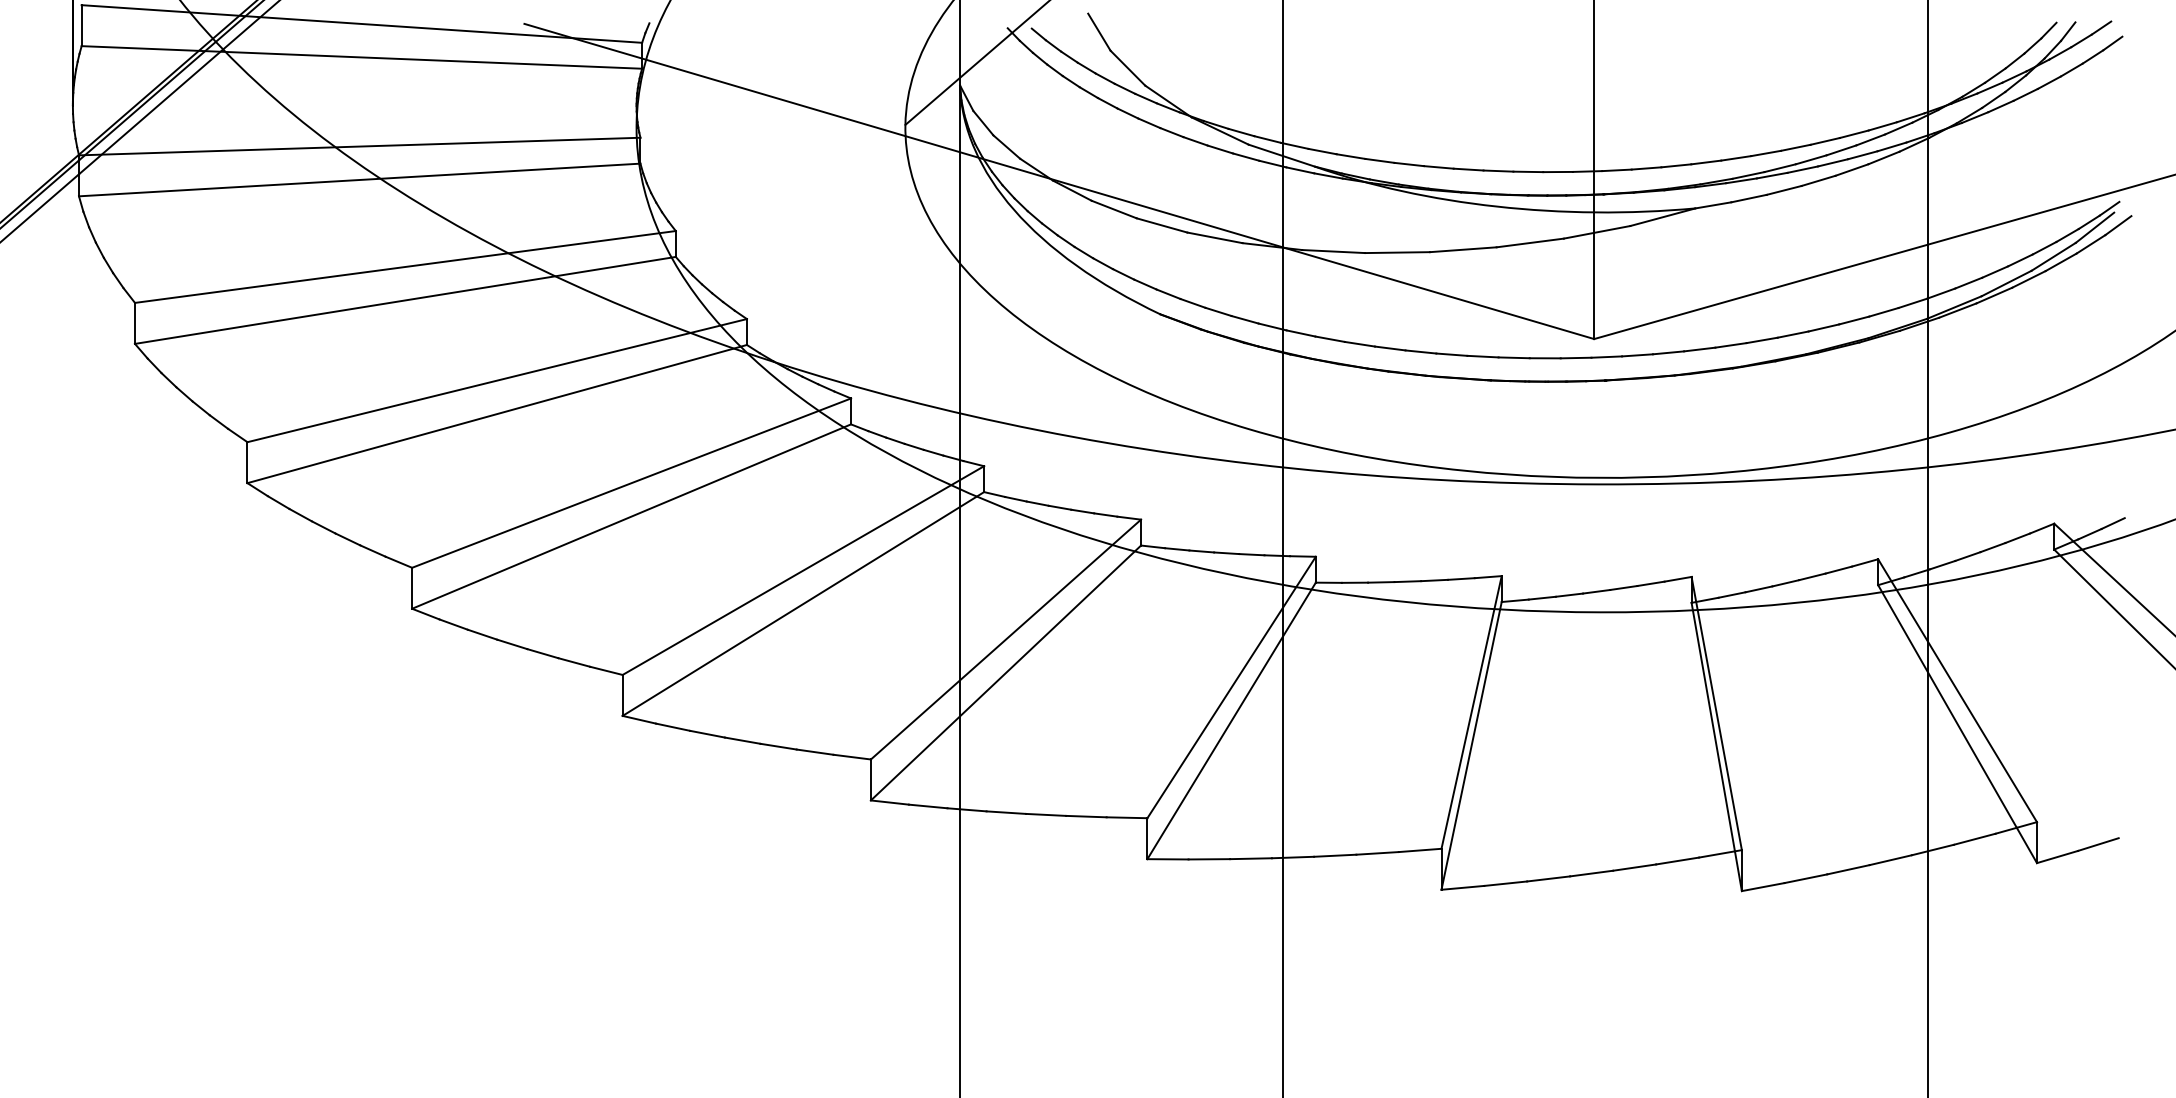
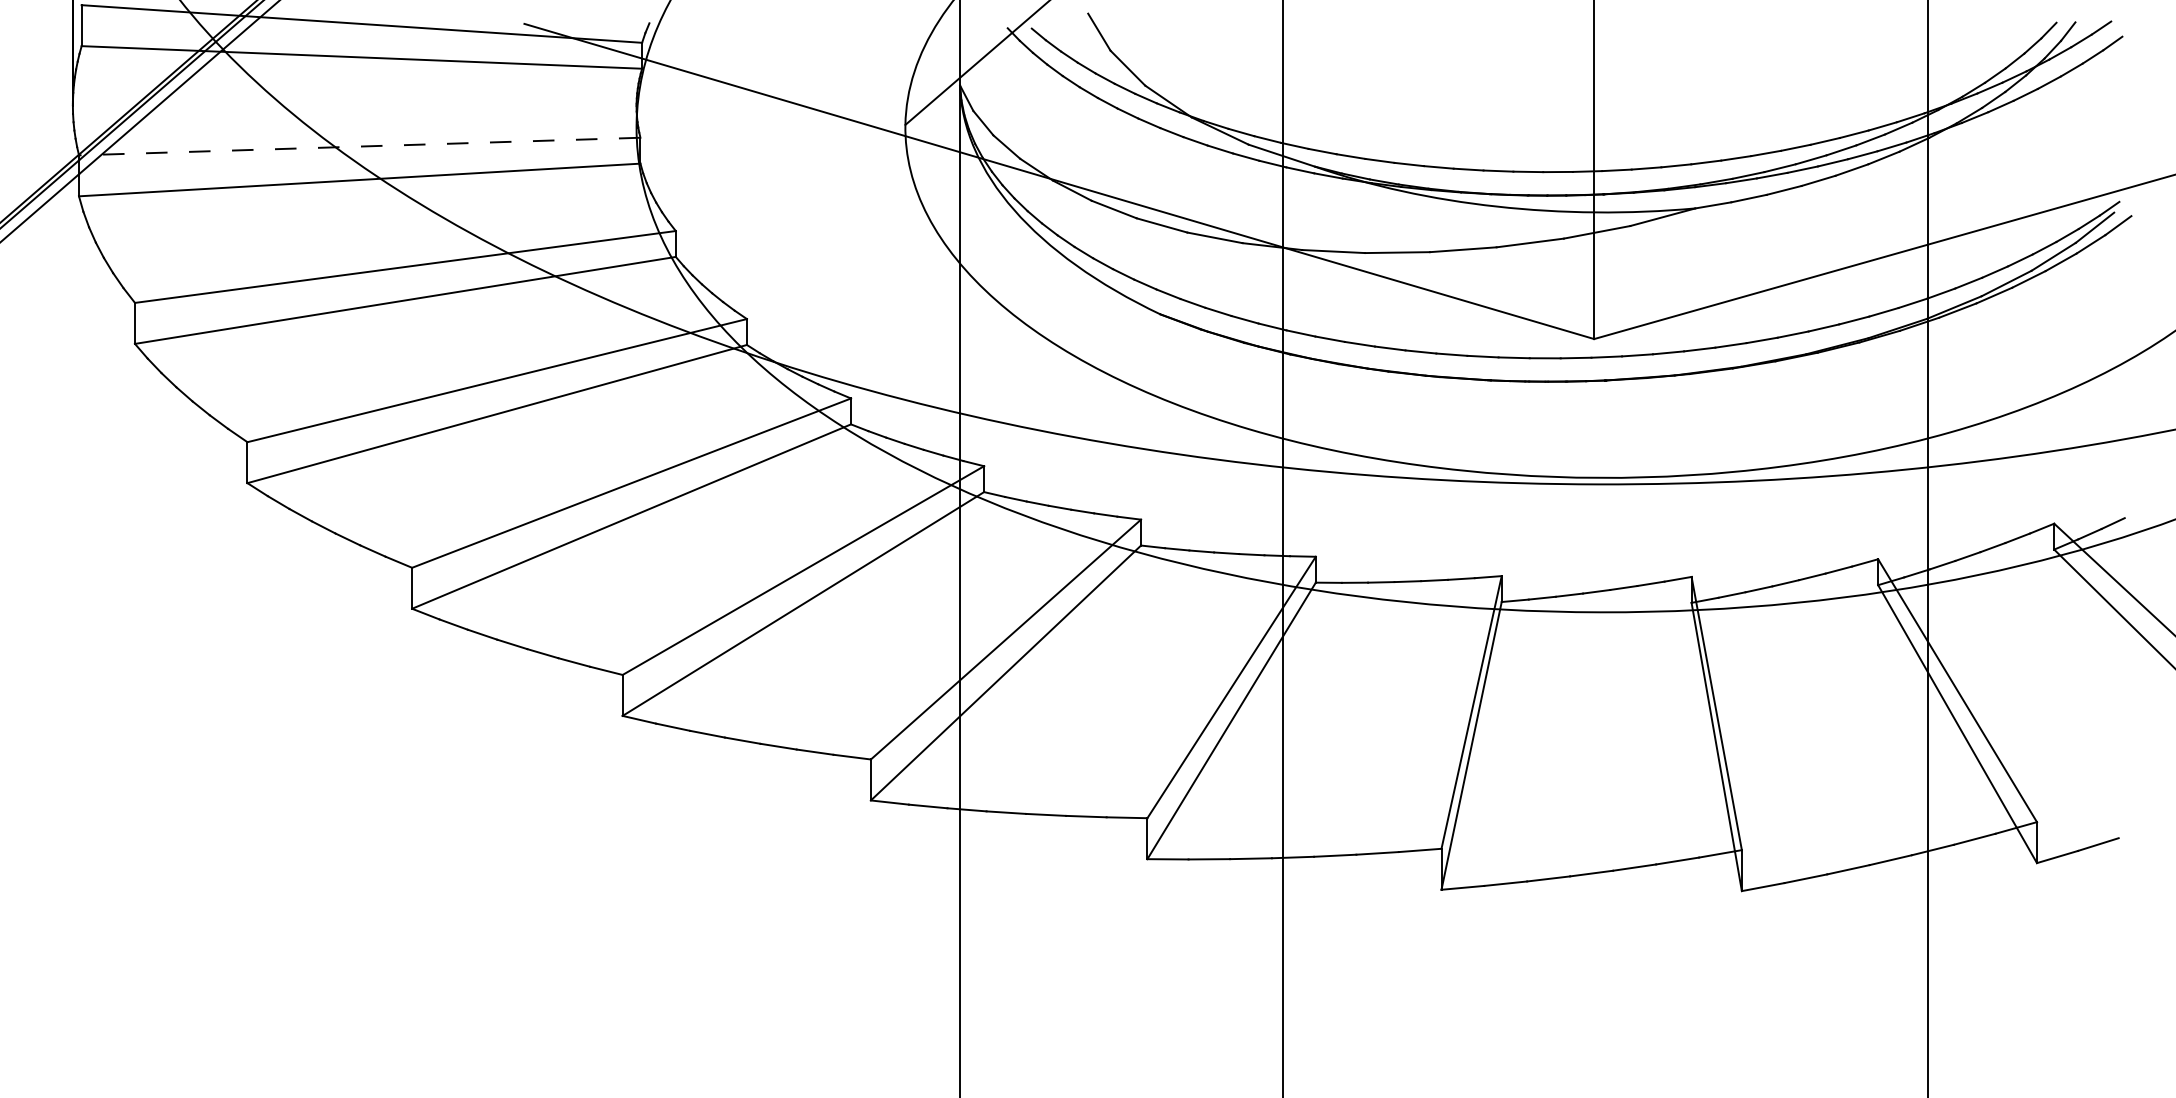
line at (359, 146): solid -> dashed
